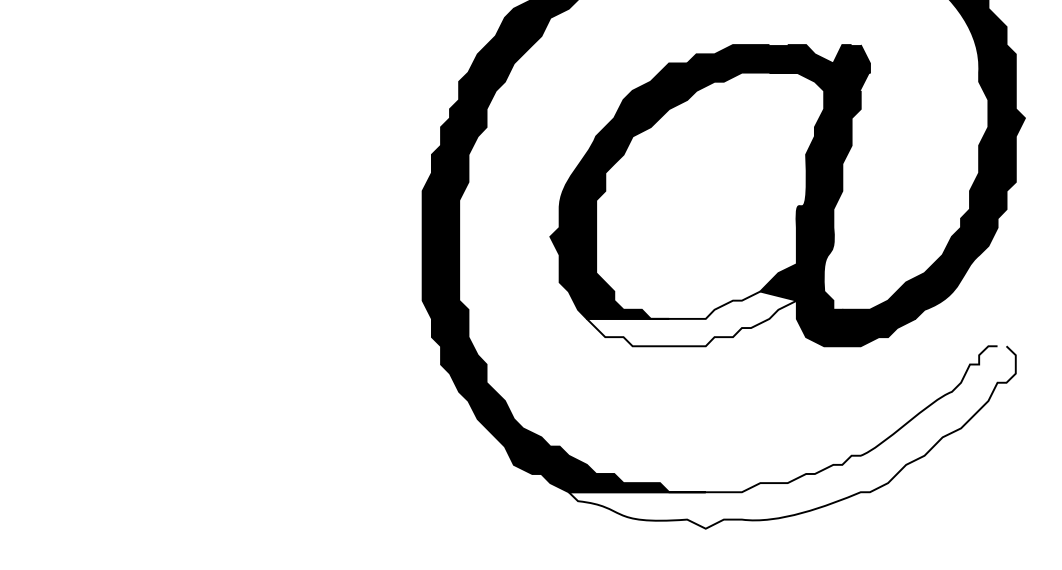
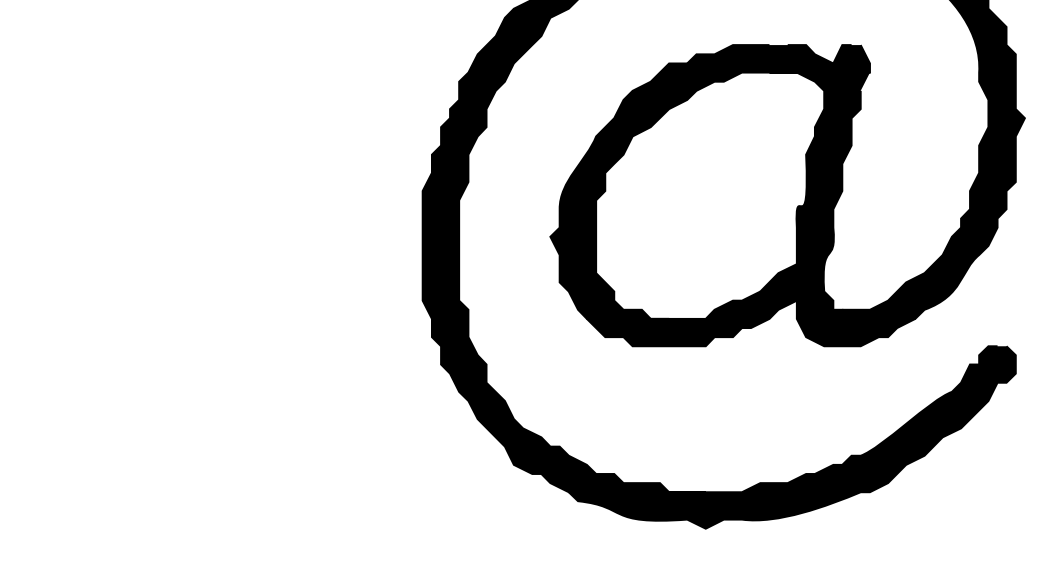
fill at (691, 318): none -> present
fill at (791, 437): none -> present
